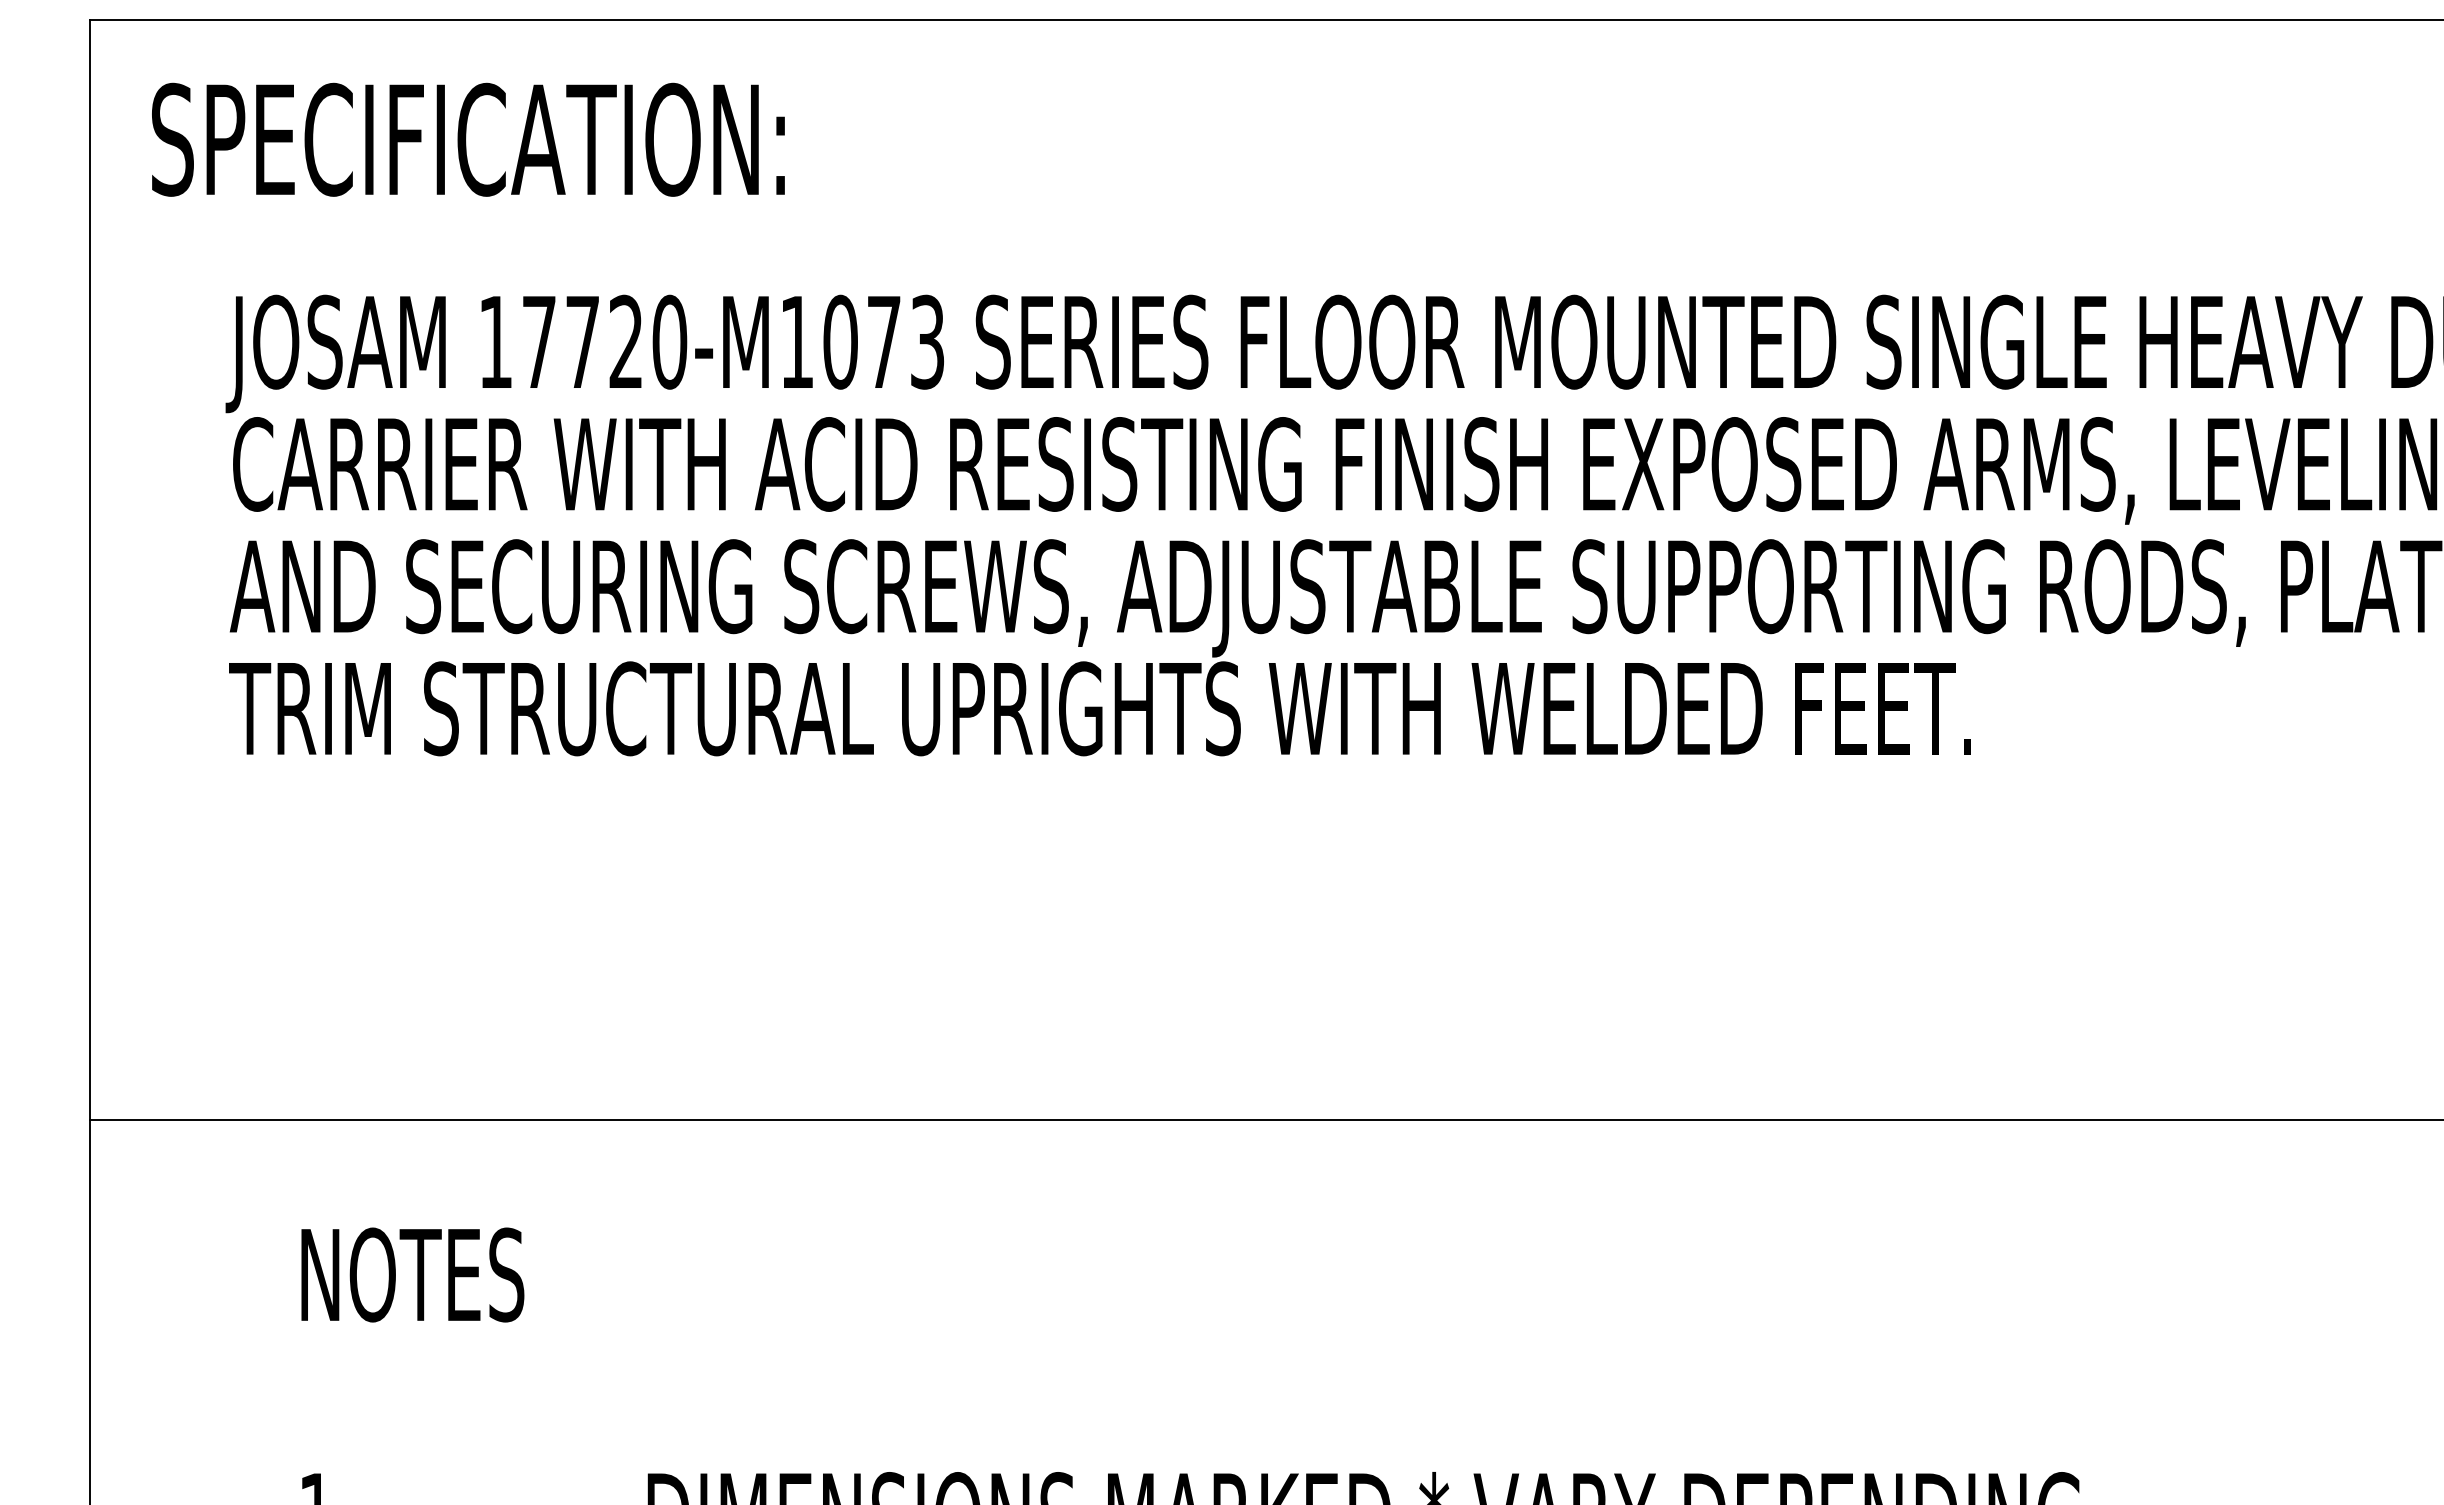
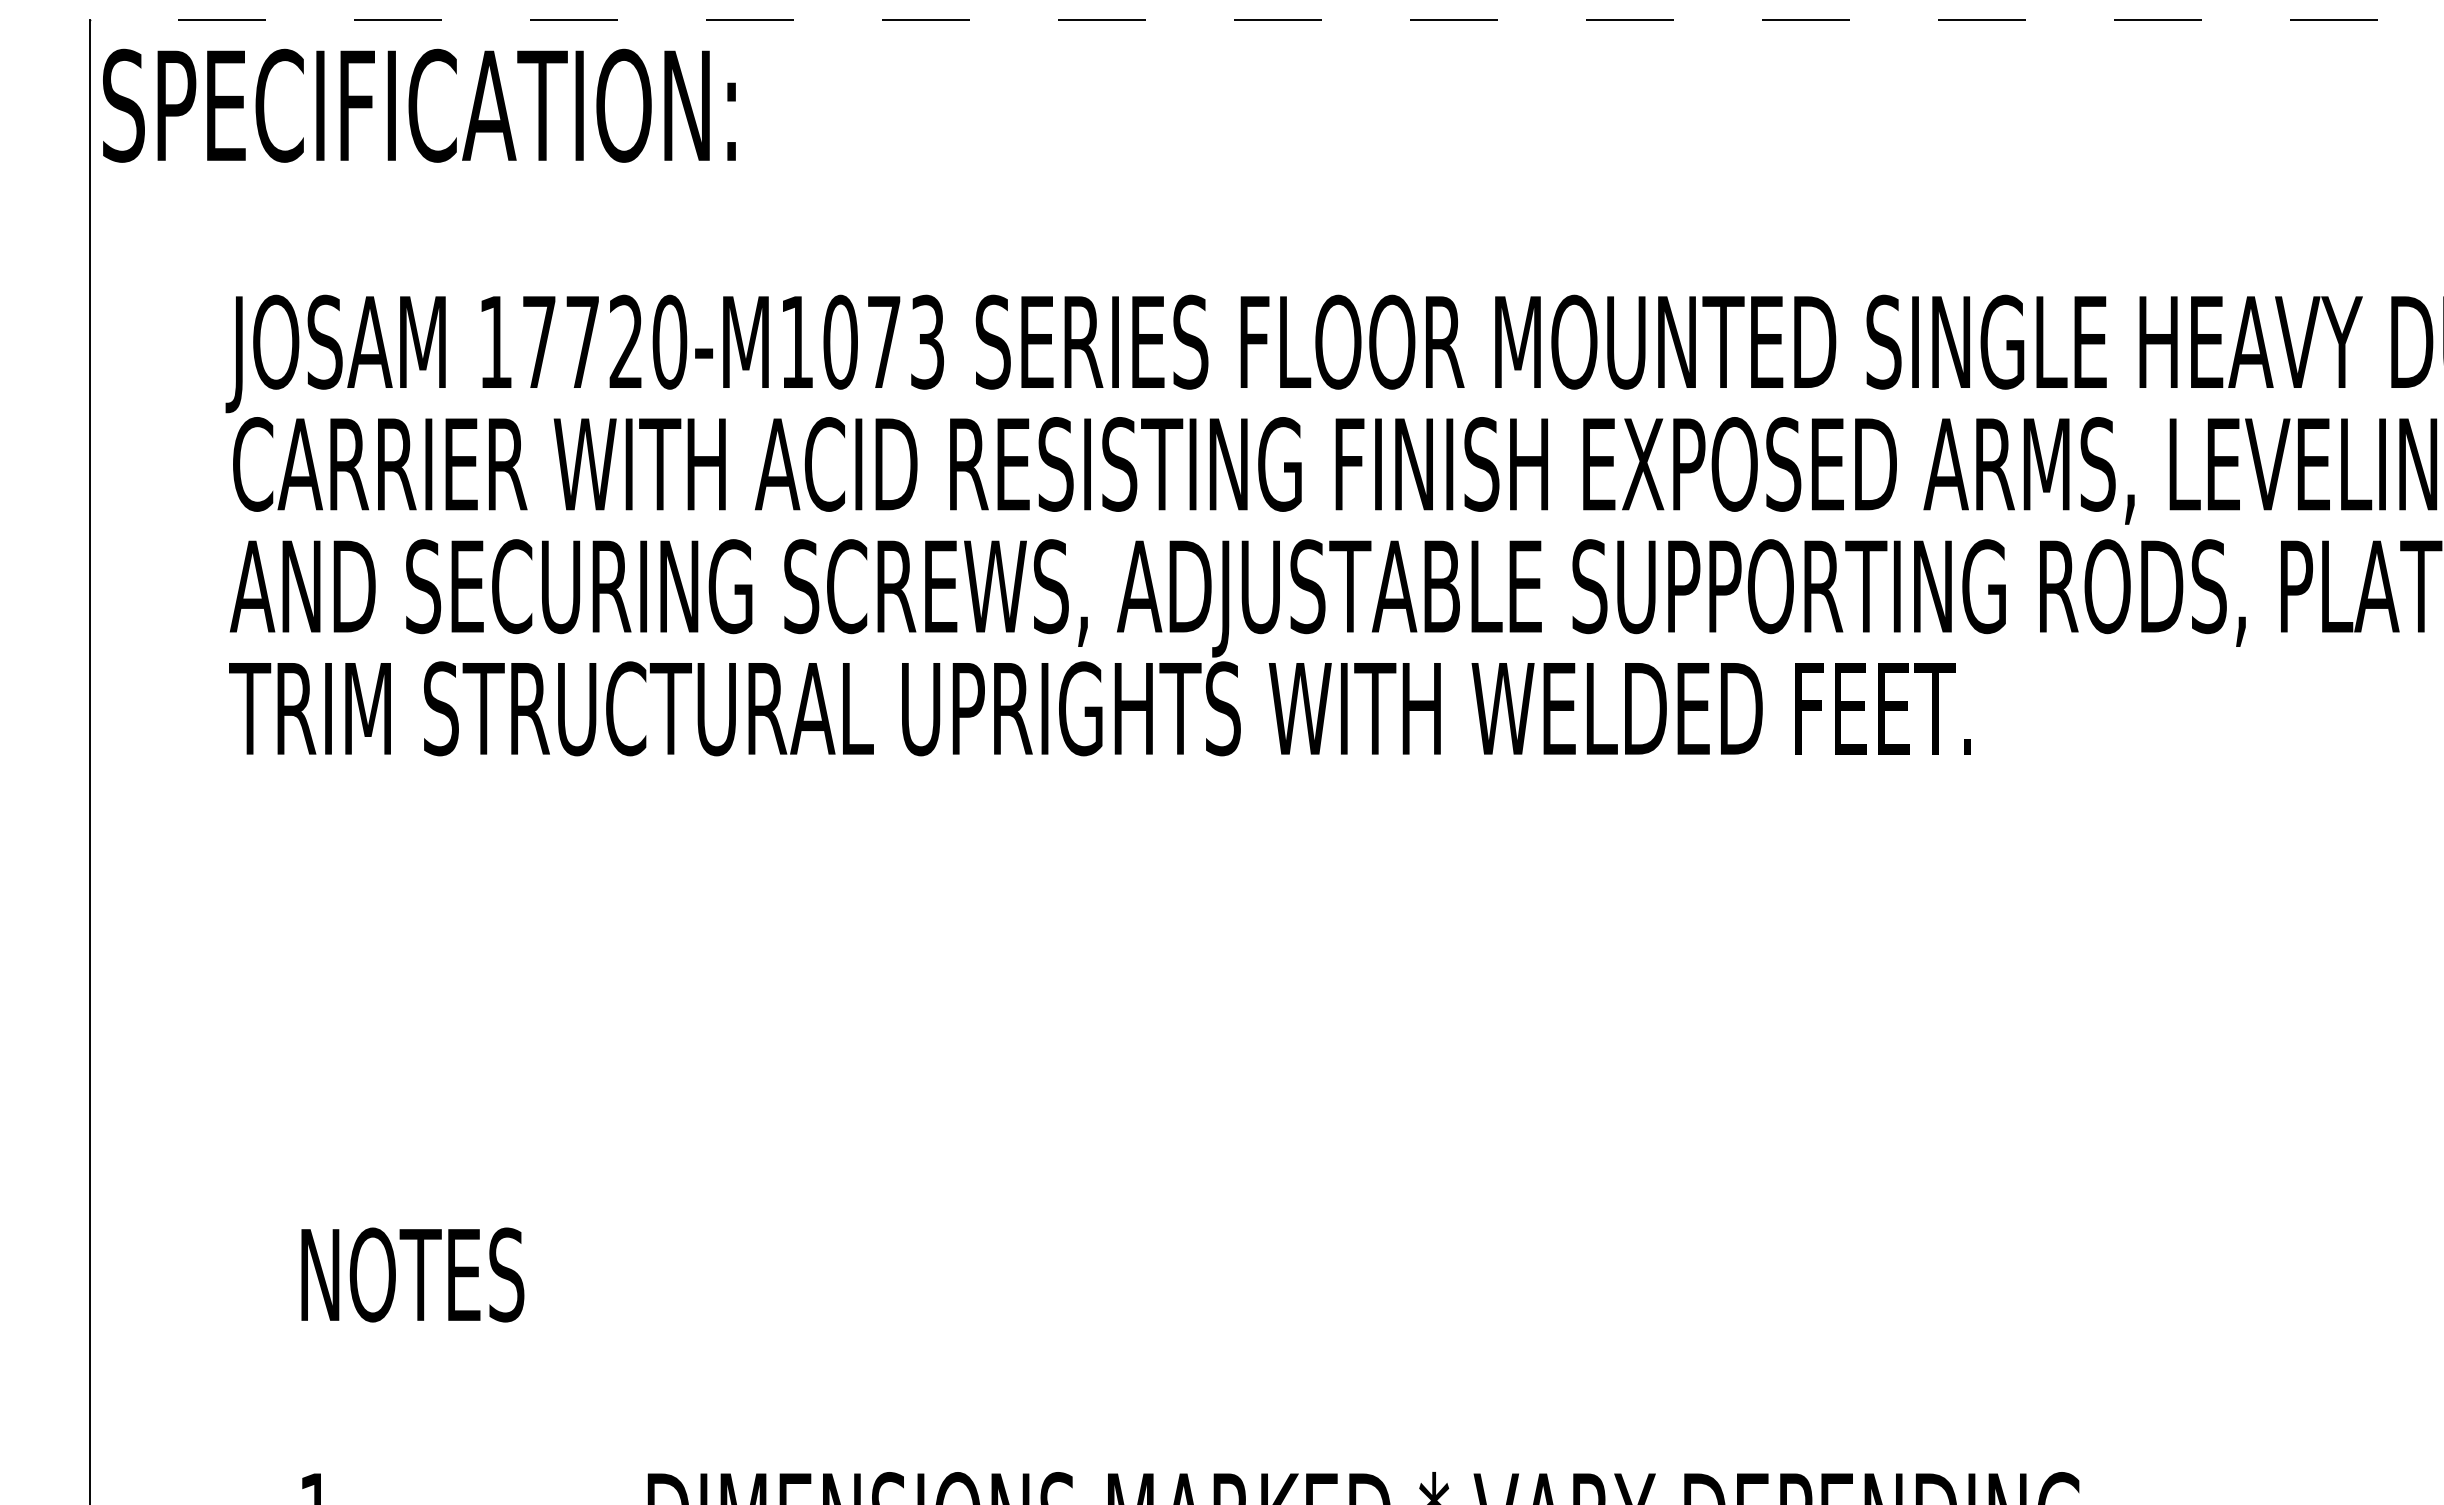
line at (1267, 20): solid -> dashed
text at (468, 139) position: (468, 139) -> (419, 105)
line at (1265, 1119): present -> none
